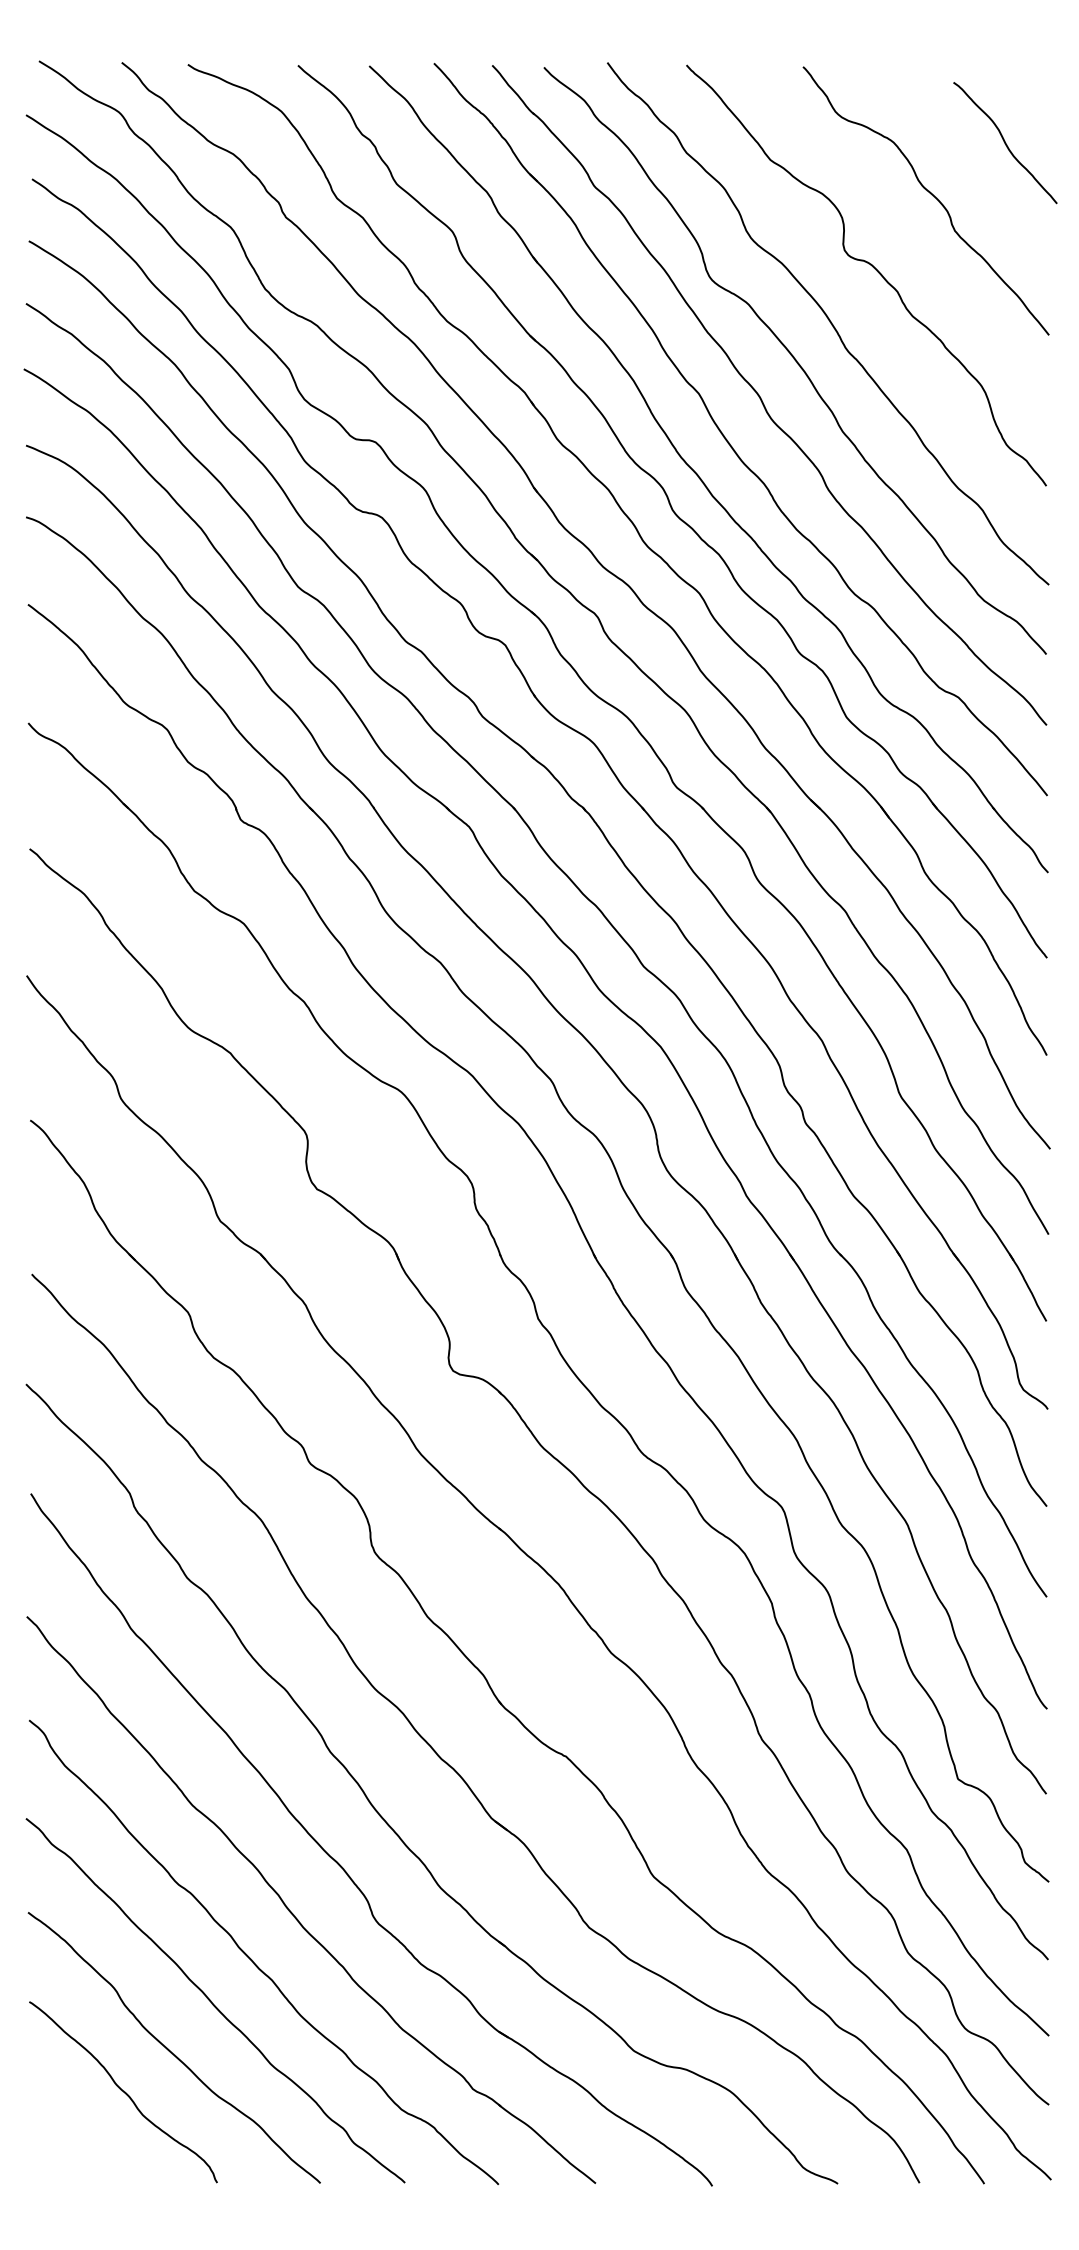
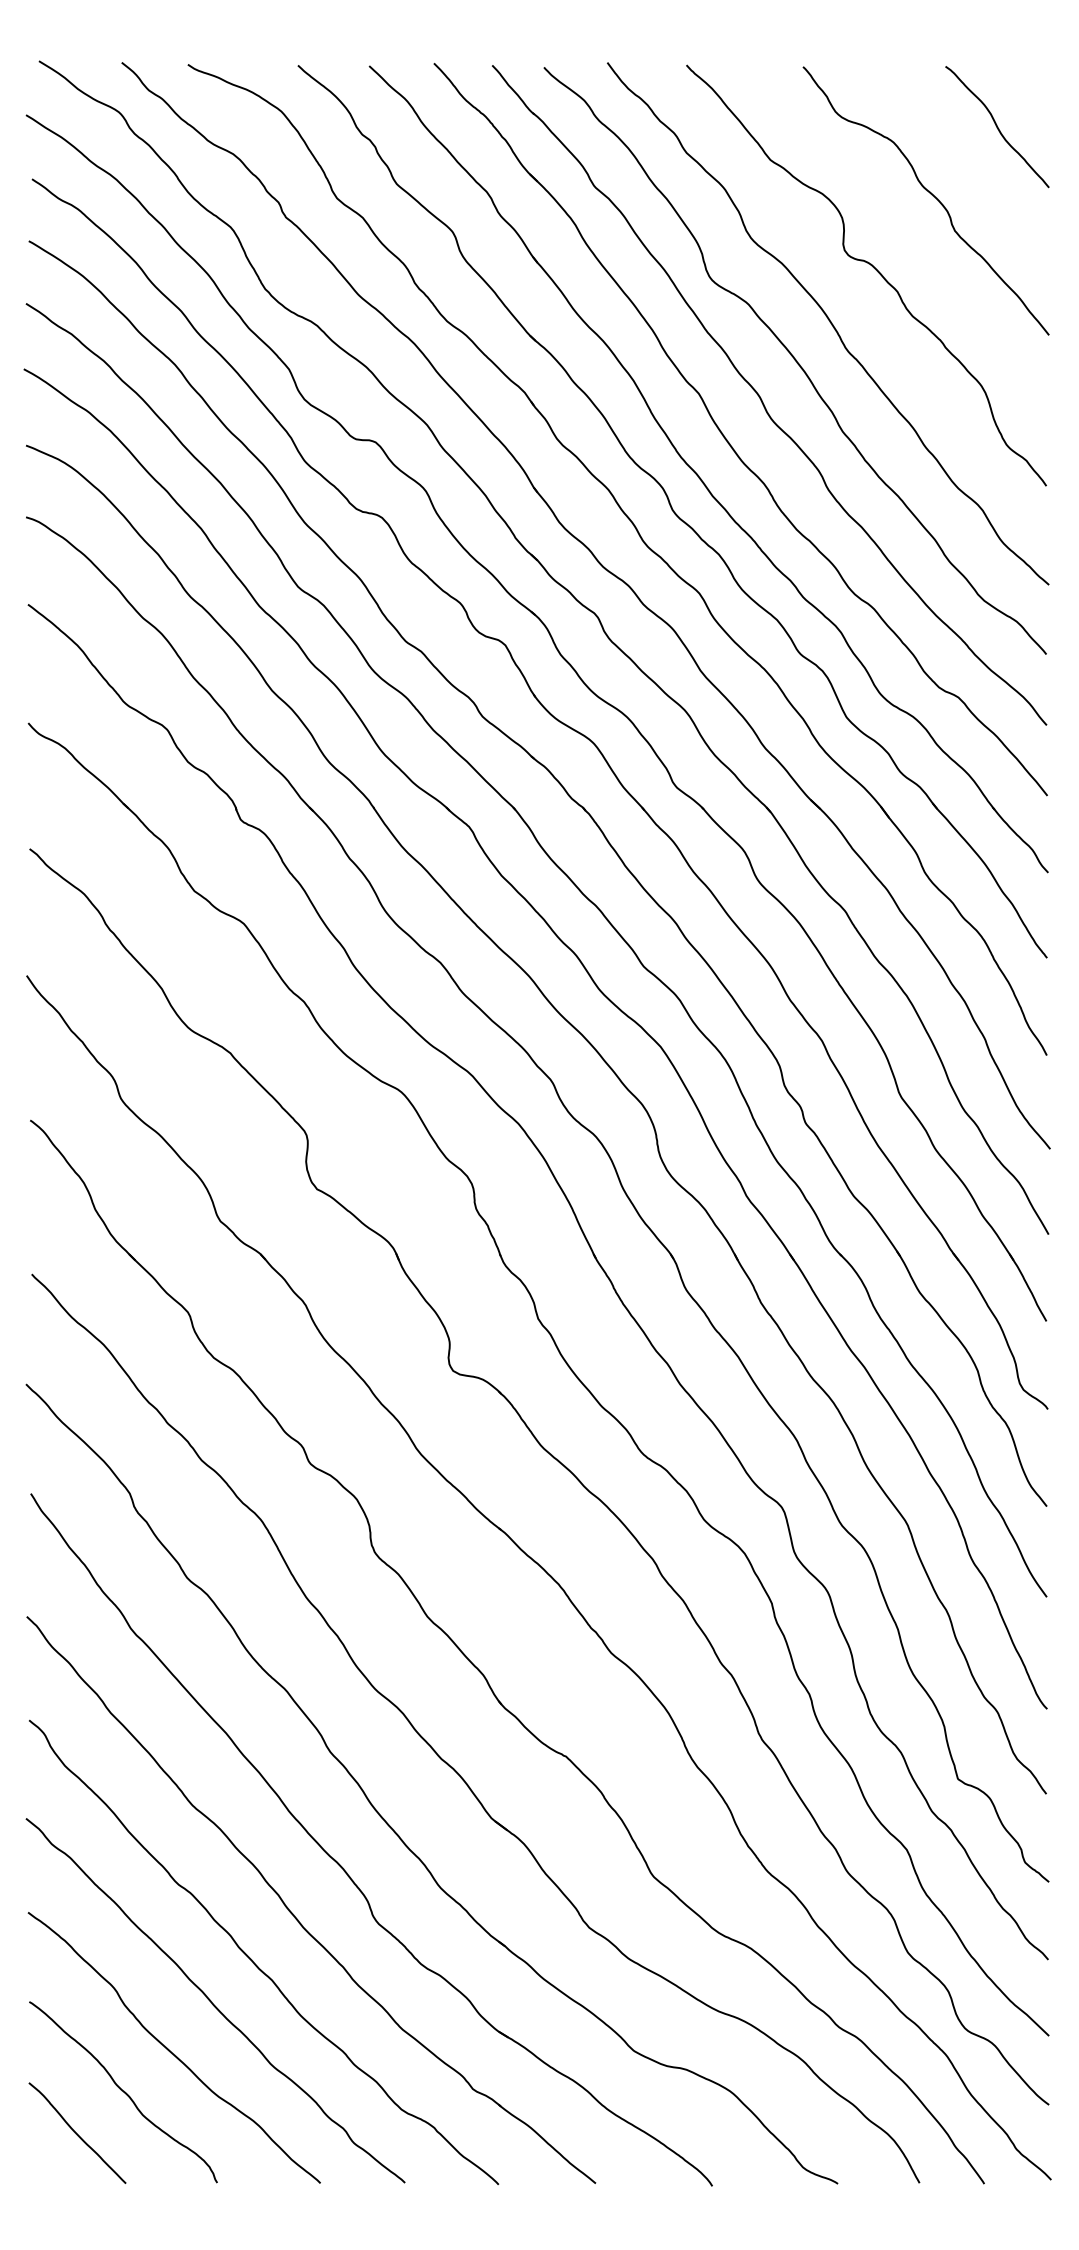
curve at (1005, 143) position: (1005, 143) -> (997, 127)
curve at (76, 2132): none -> present
